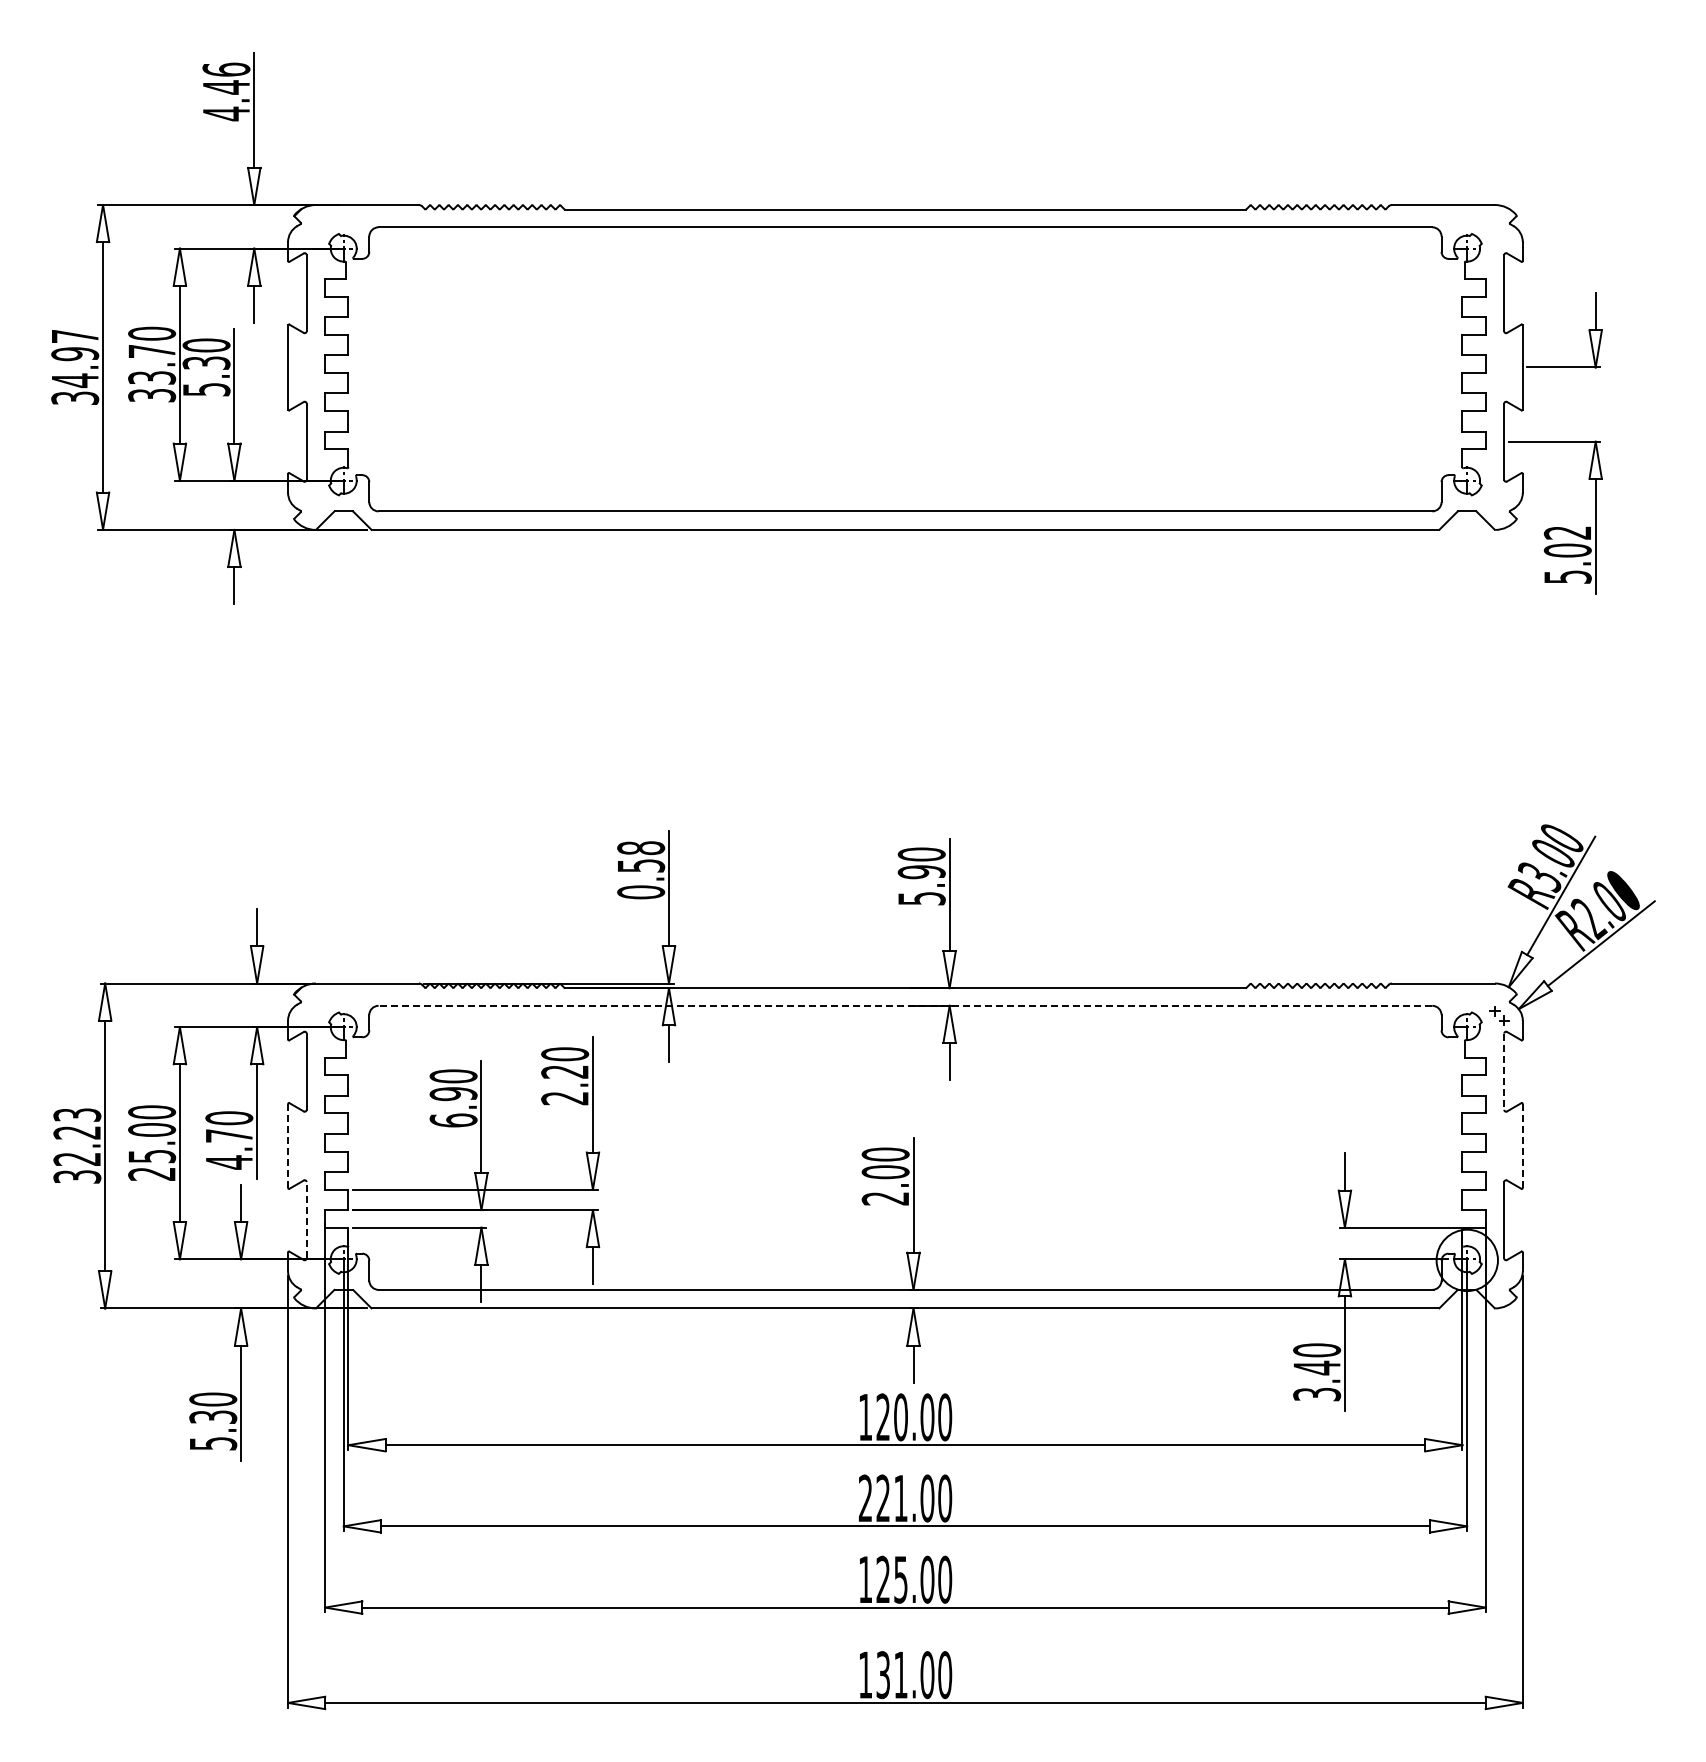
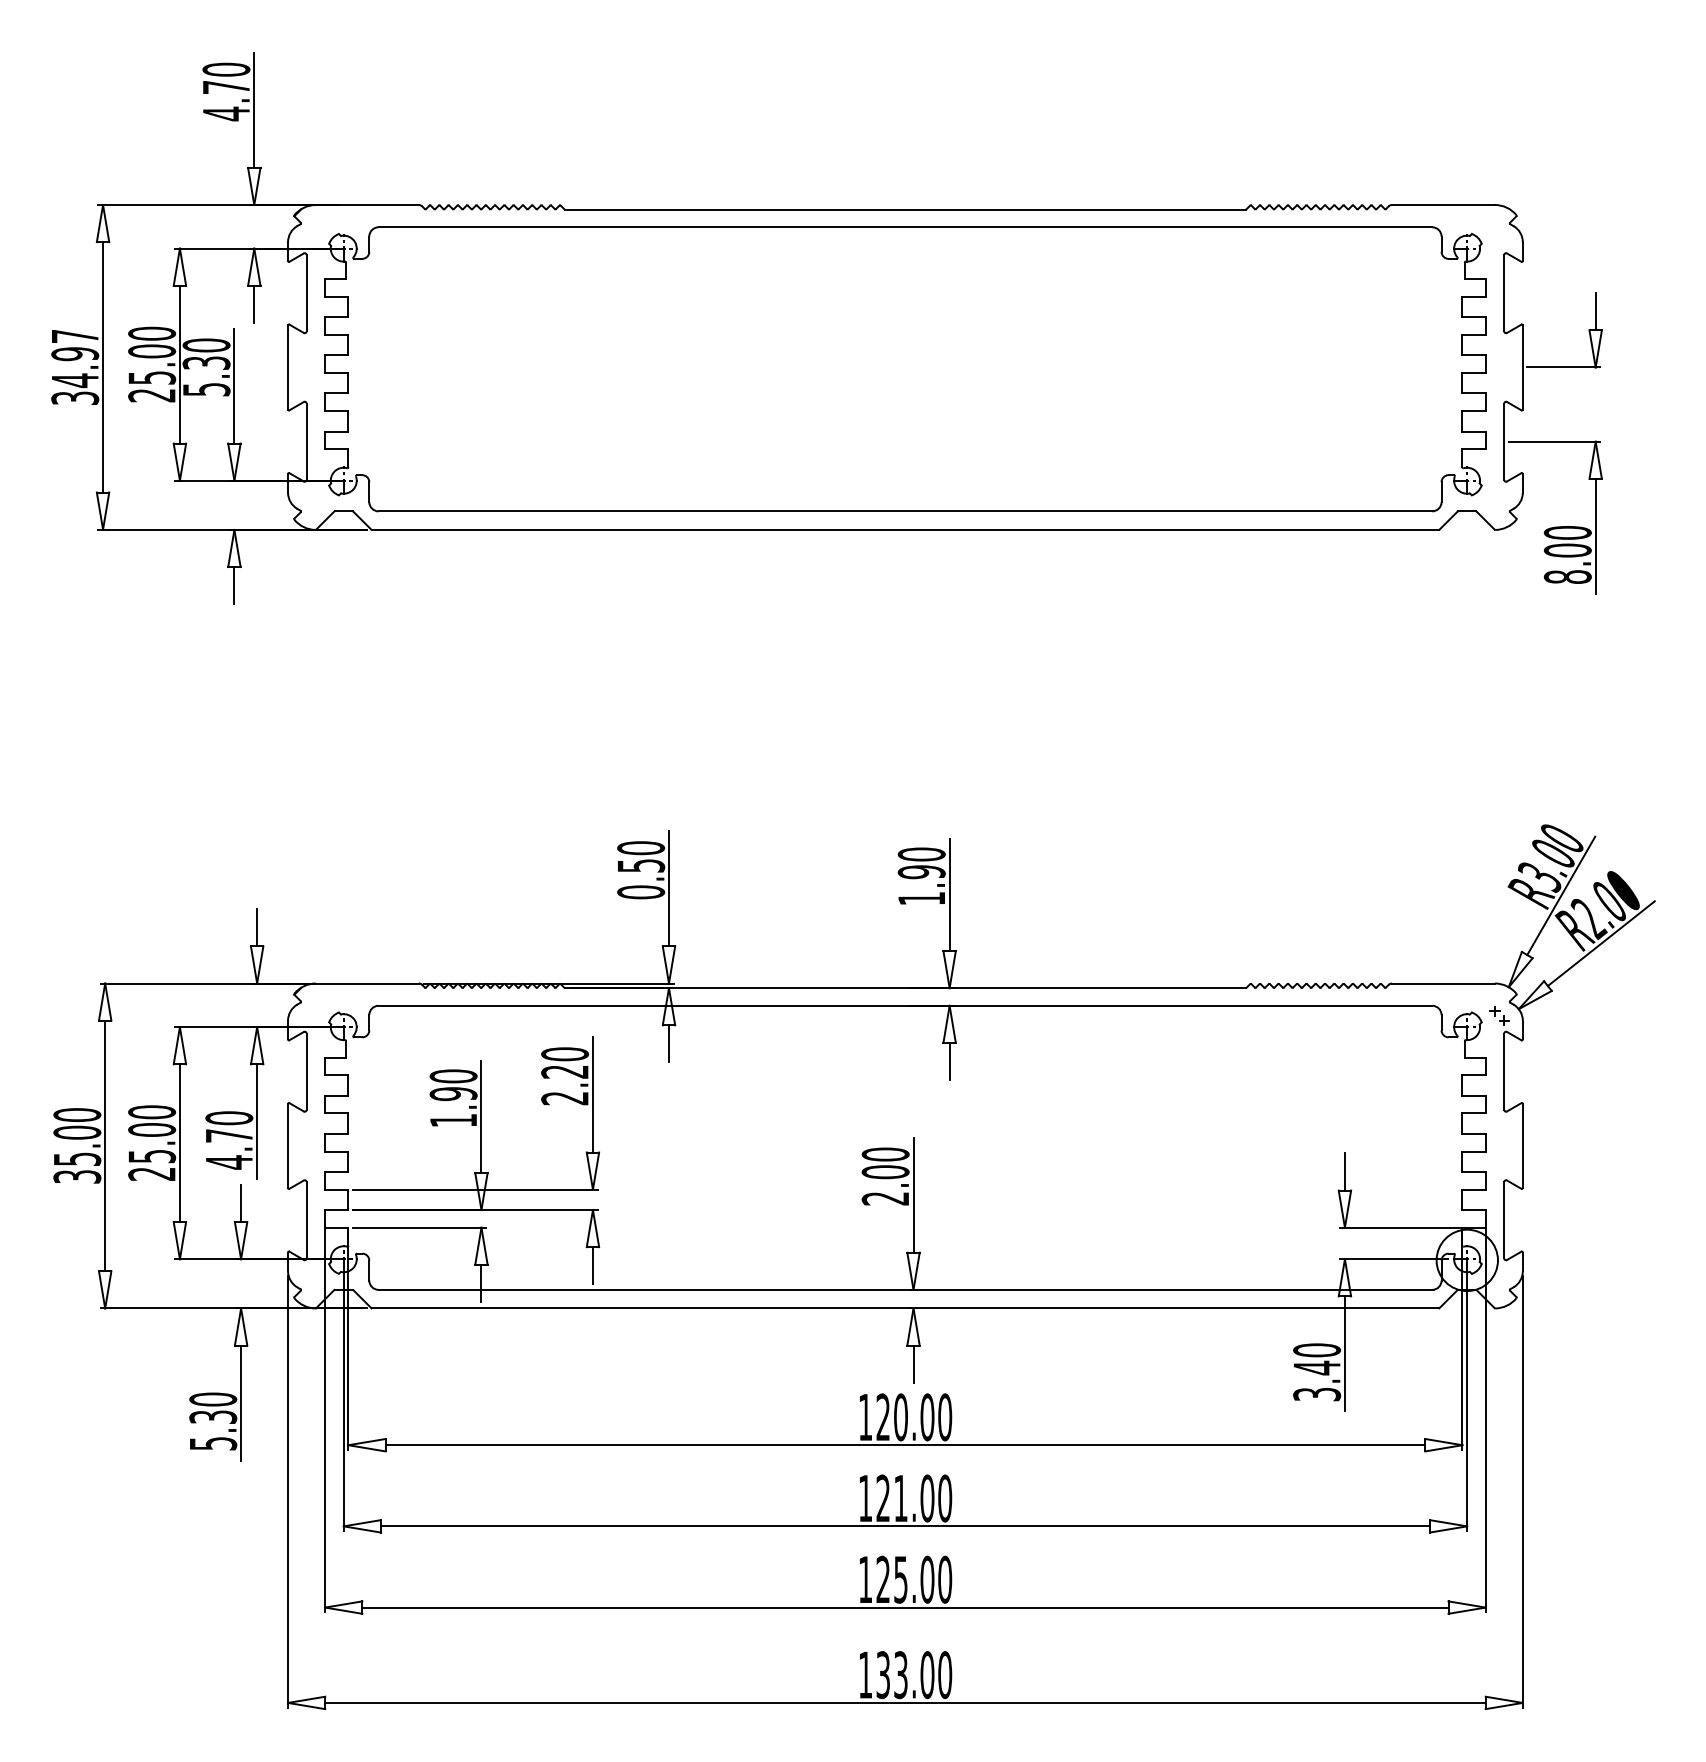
text at (226, 78): 4.46 -> 4.70
text at (152, 373): 33.70 -> 25.00
text at (1567, 554): 5.02 -> 8.00
text at (640, 848): 0.58 -> 0.50
text at (921, 898): 5.90 -> 1.90
line at (905, 1005): dashed -> solid
line at (1504, 1072): dashed -> solid
text at (453, 1120): 6.90 -> 1.90
text at (77, 1136): 32.23 -> 35.00
line at (288, 1145): dashed -> solid
line at (1522, 1145): dashed -> solid
line at (306, 1219): dashed -> solid
text at (864, 1497): 221.00 -> 121.00
text at (900, 1675): 131.00 -> 133.00
